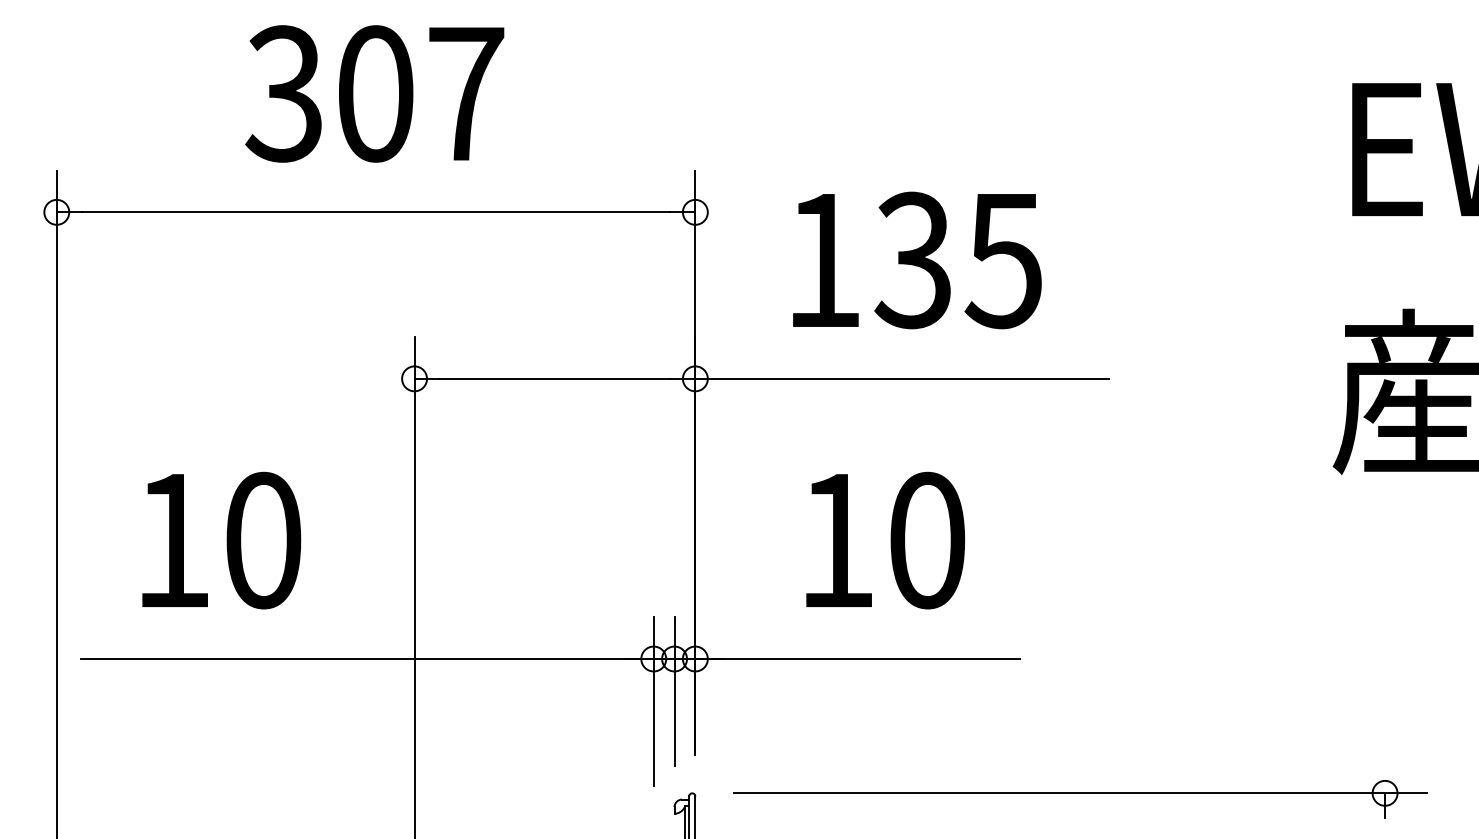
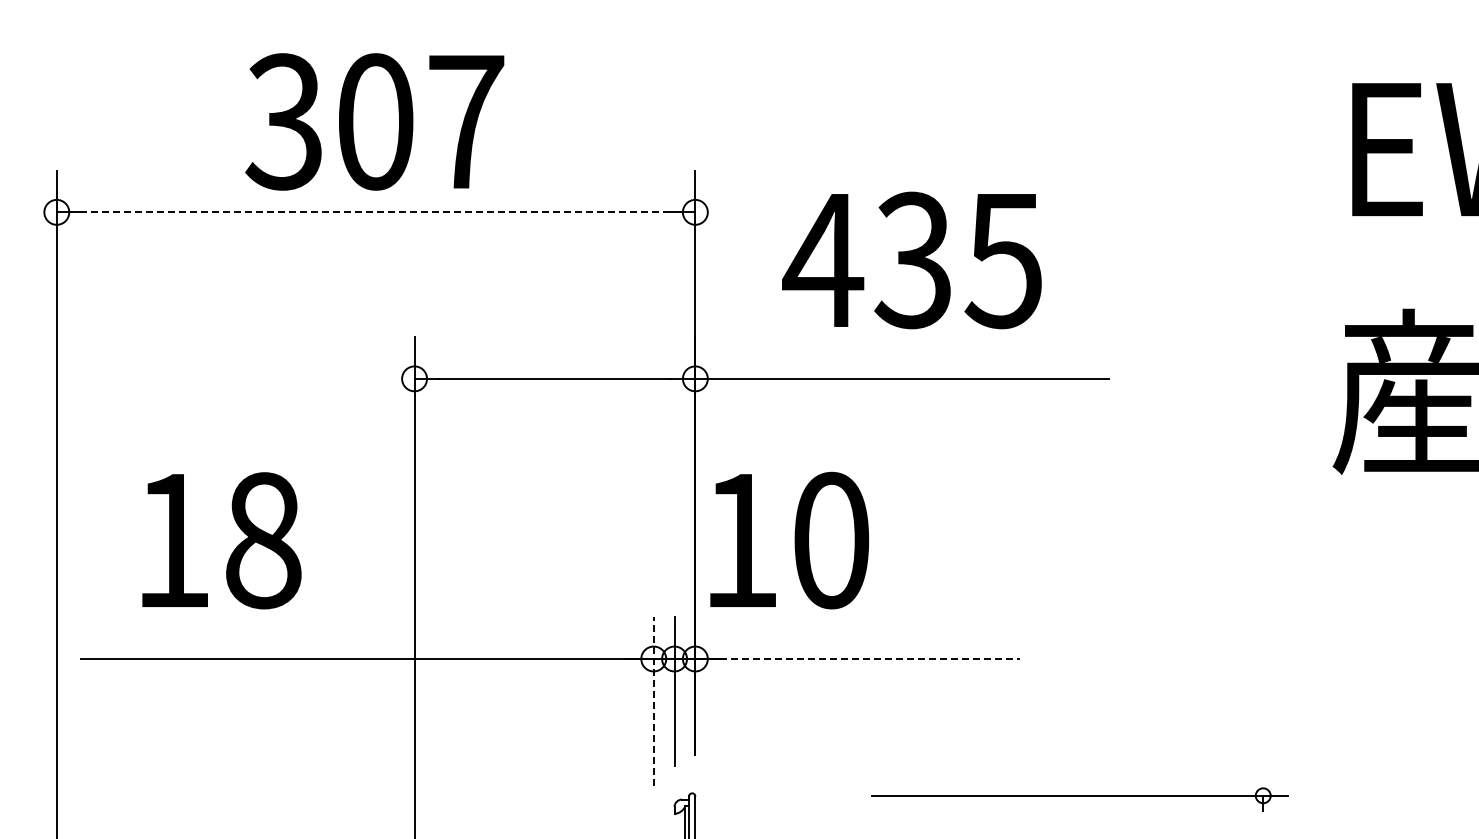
text at (374, 93) position: (374, 93) -> (374, 121)
line at (375, 212): solid -> dashed
text at (823, 260): 135 -> 435
text at (263, 540): 10 -> 18
text at (885, 540) position: (885, 540) -> (789, 540)
line at (870, 659): solid -> dashed
line at (653, 701): solid -> dashed
part at (1080, 799) size: 695x39 px -> 418x25 px
